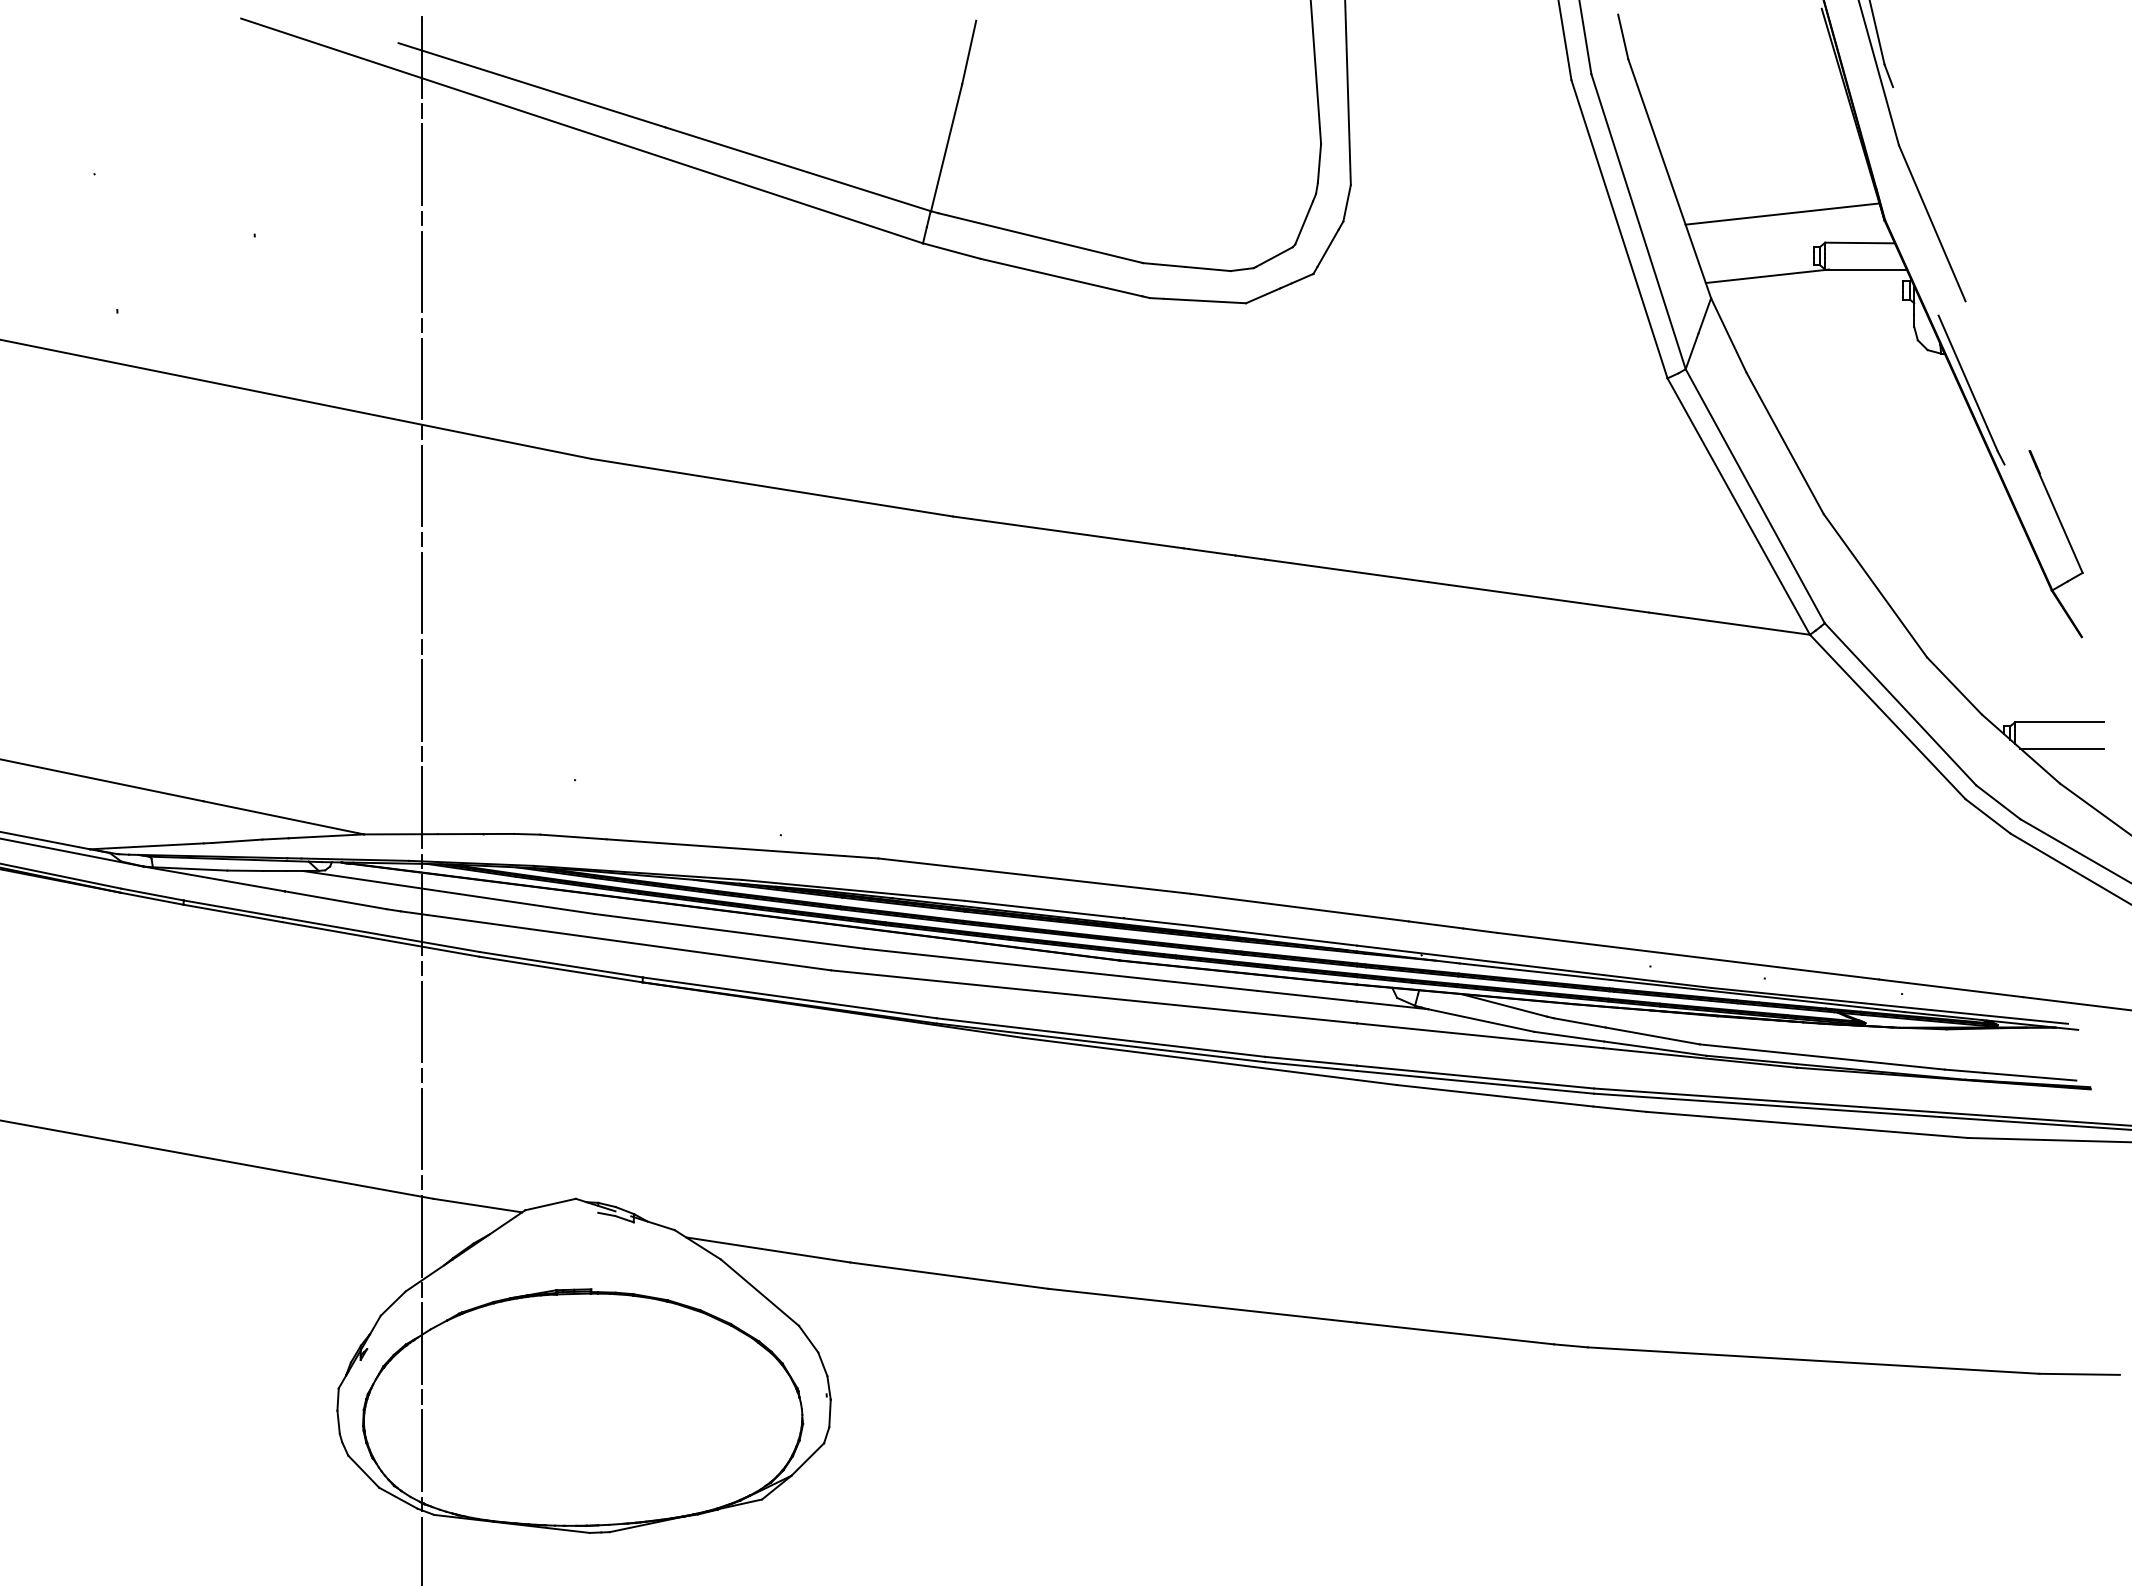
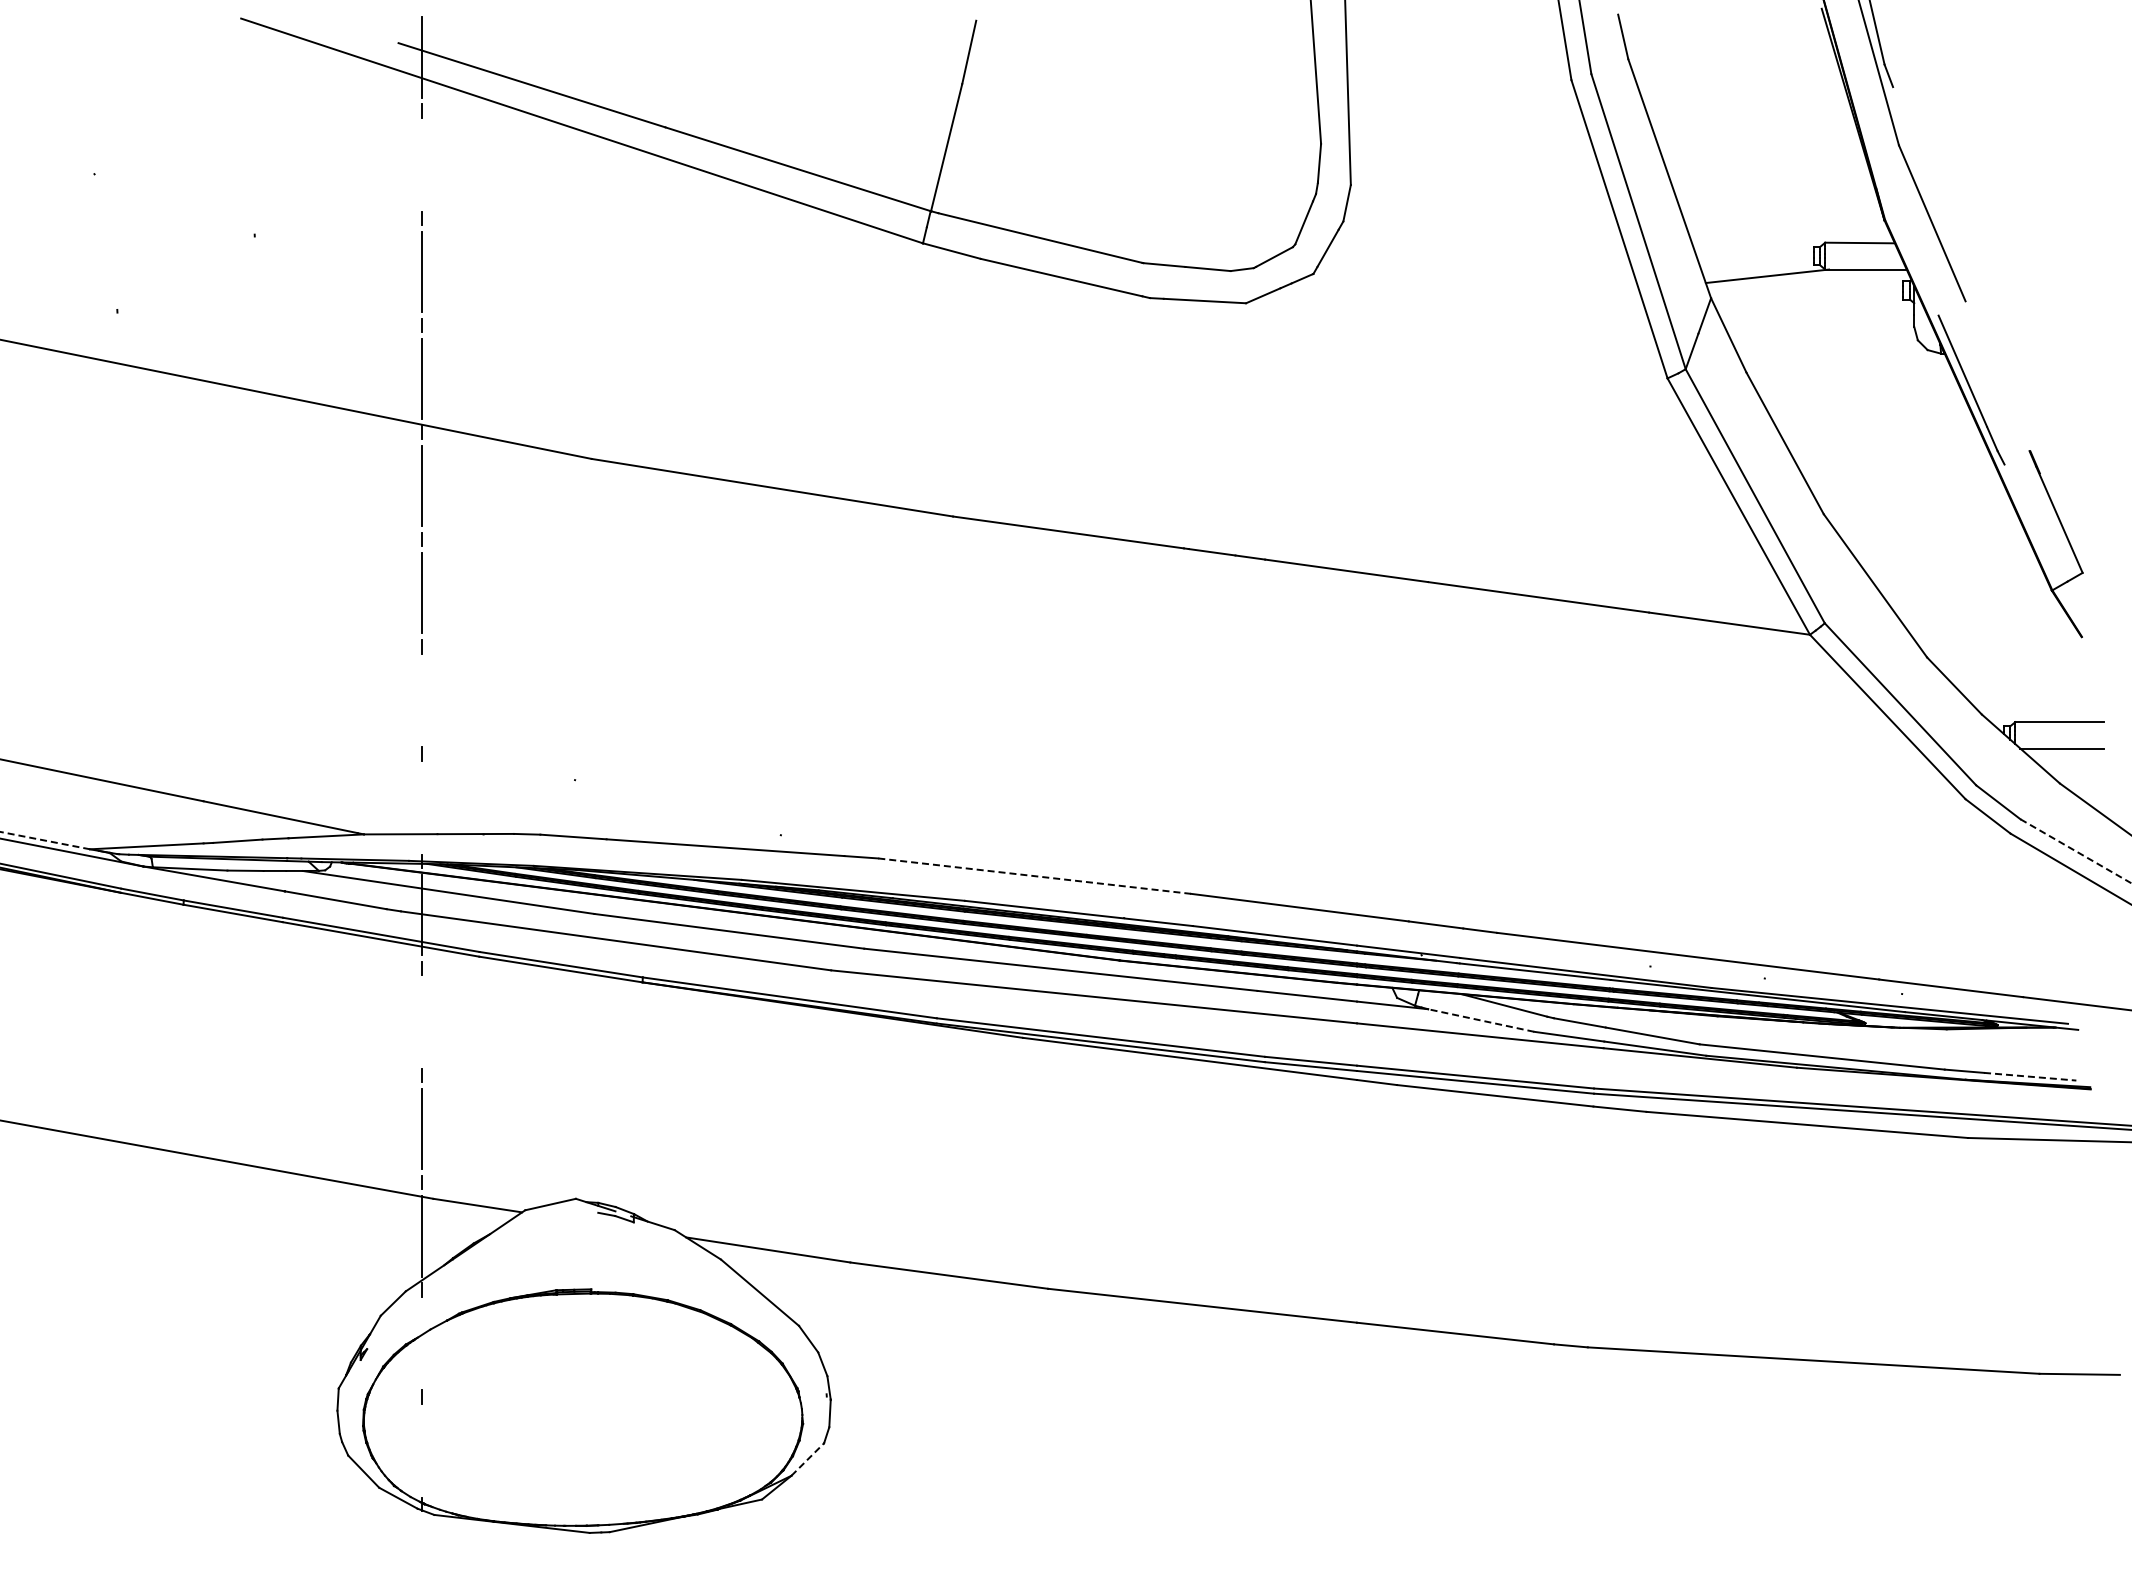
line at (422, 164): present -> none
line at (1782, 213): present -> none
line at (422, 700): present -> none
line at (422, 807): present -> none
line at (45, 840): solid -> dashed
line at (2075, 851): solid -> dashed
line at (1035, 876): solid -> dashed
line at (1480, 1020): solid -> dashed
line at (422, 1021): present -> none
line at (2030, 1076): solid -> dashed
line at (422, 1343): present -> none
line at (422, 1450): present -> none
line at (808, 1459): solid -> dashed
line at (422, 1549): present -> none
